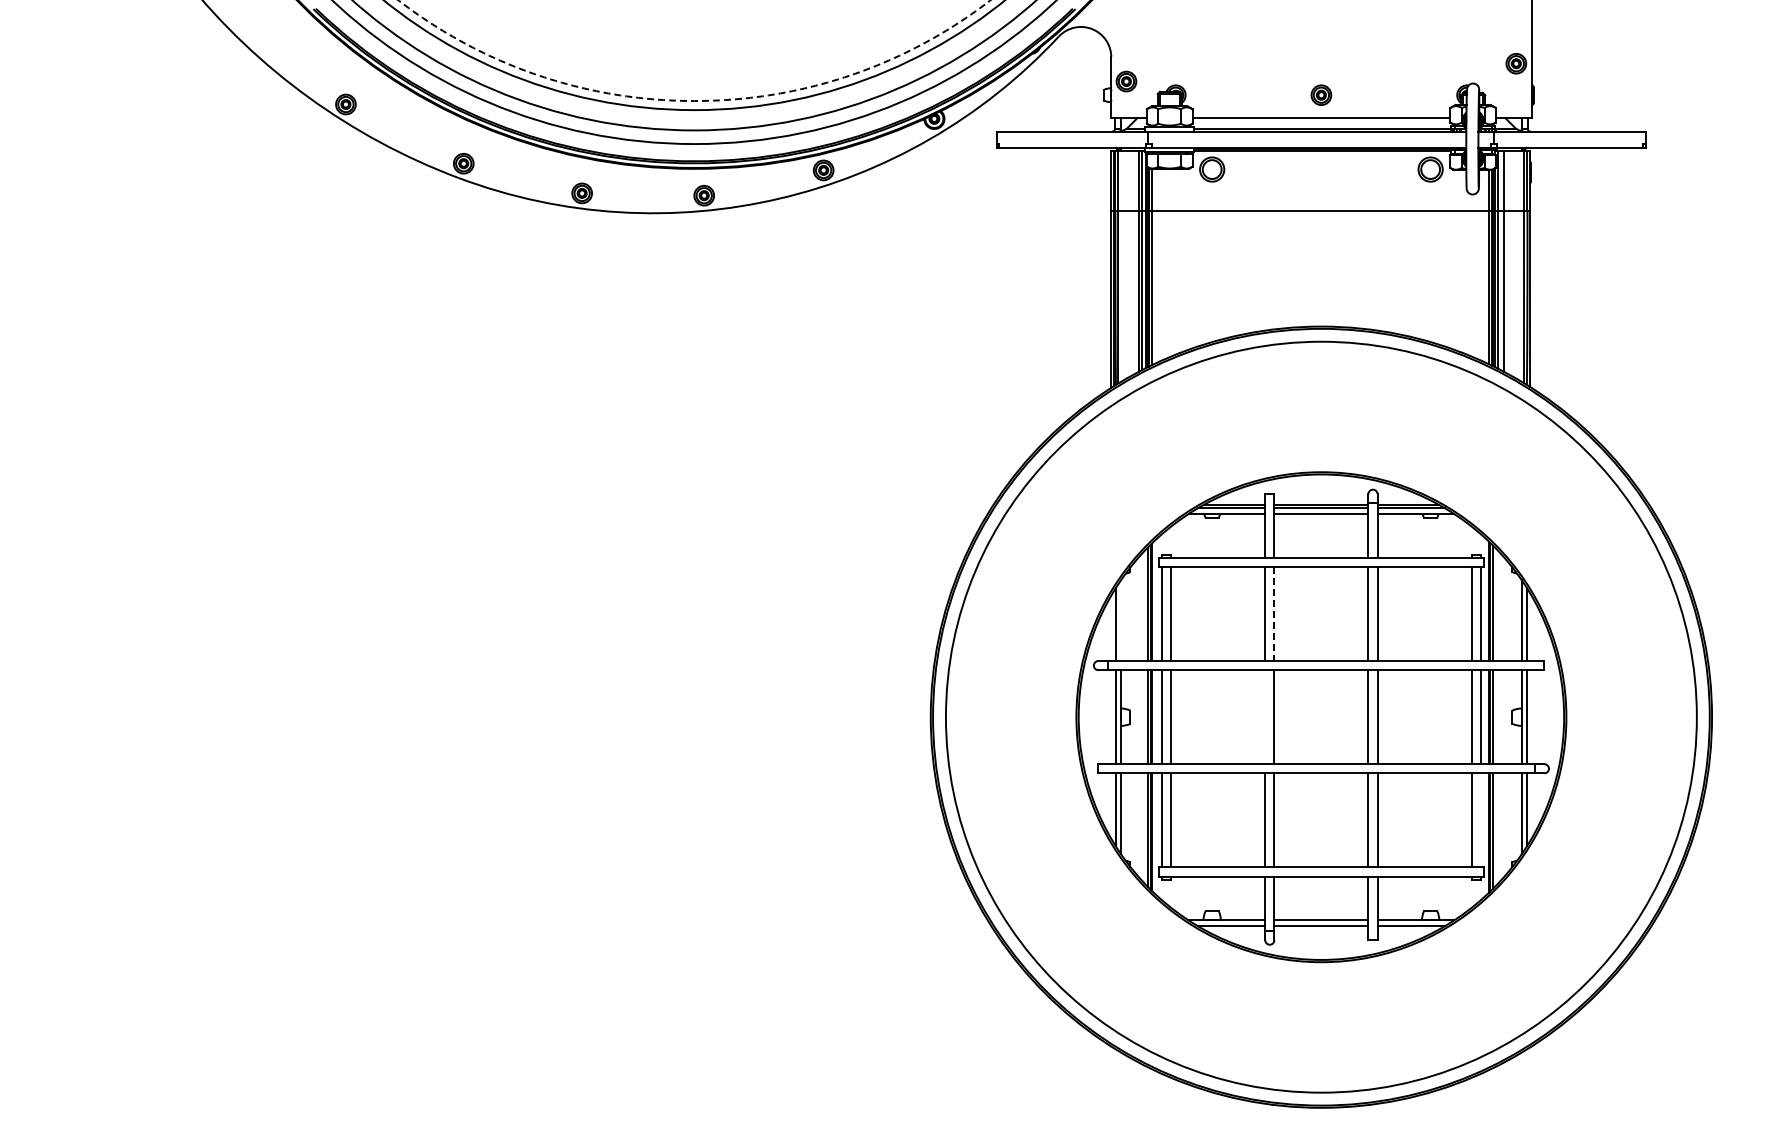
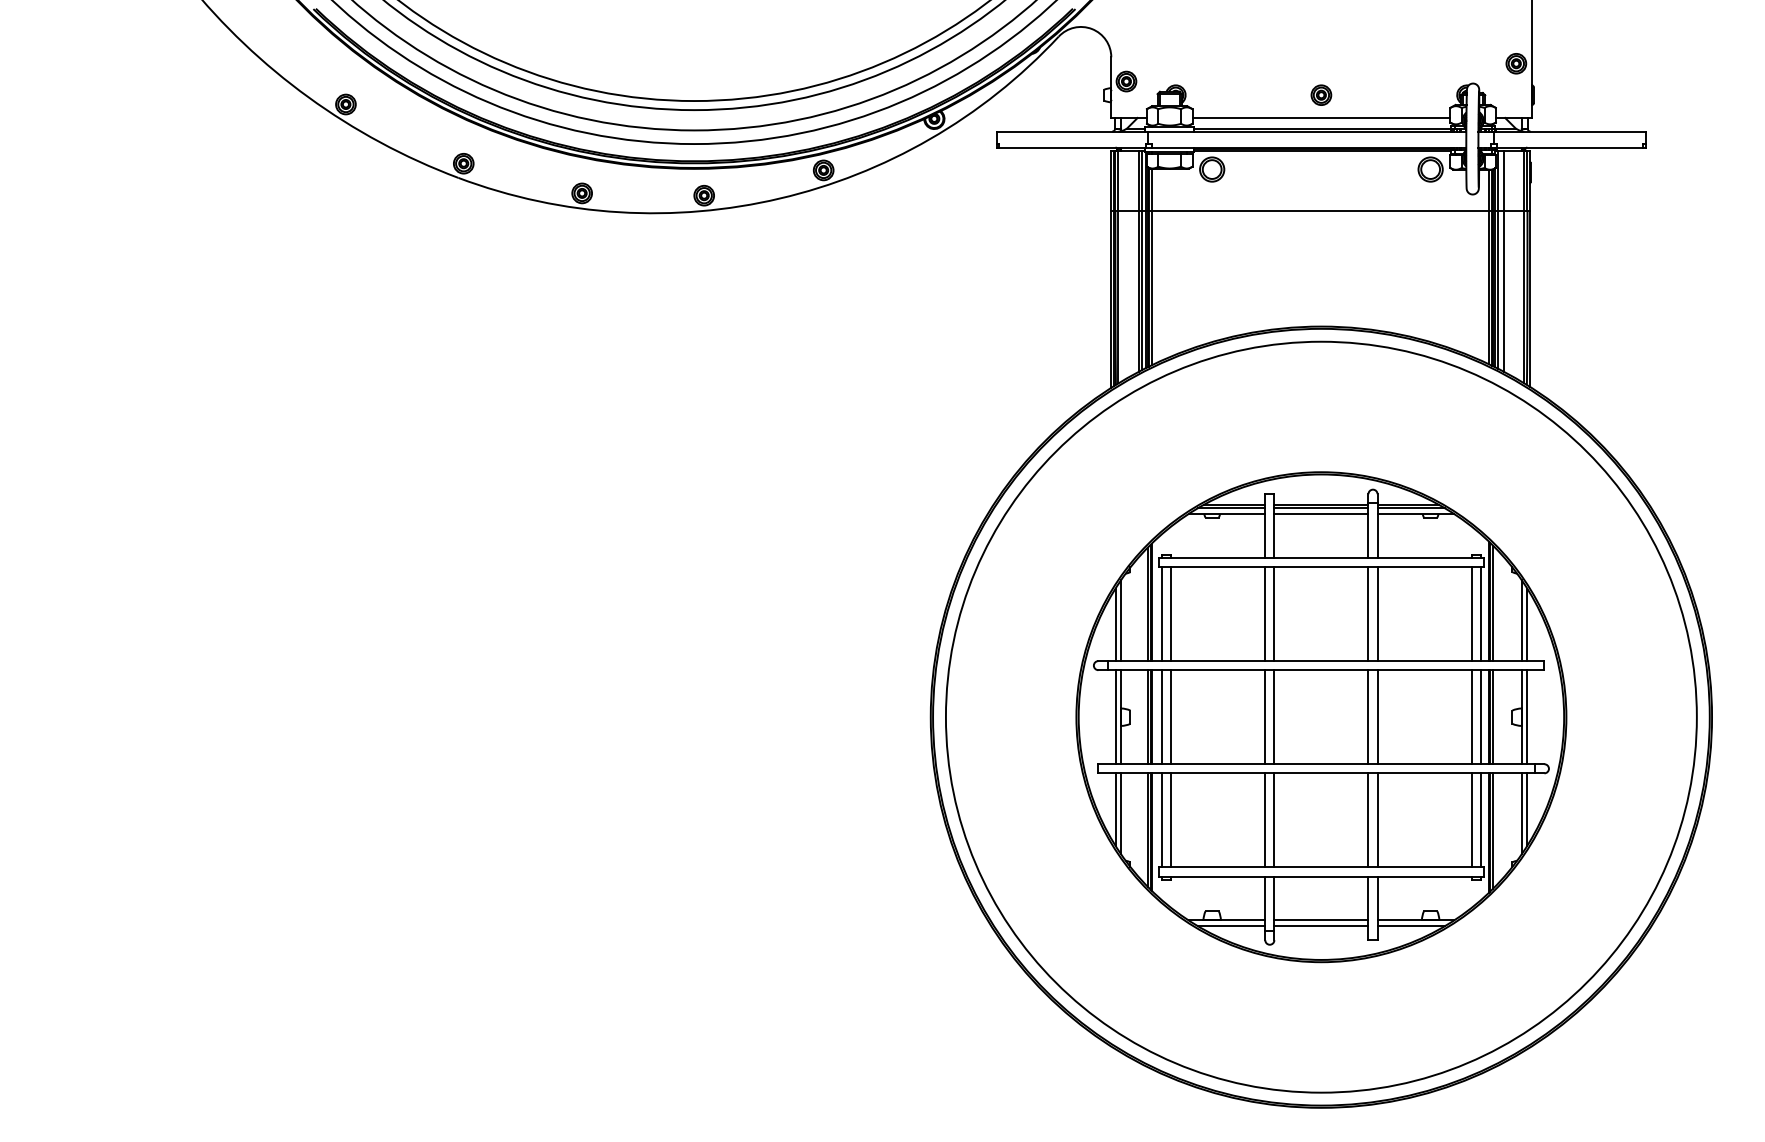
circle at (694, 50): dashed -> solid
line at (1274, 614): dashed -> solid
line at (1121, 620): none -> present
line at (1265, 717): none -> present
line at (1480, 820): none -> present
